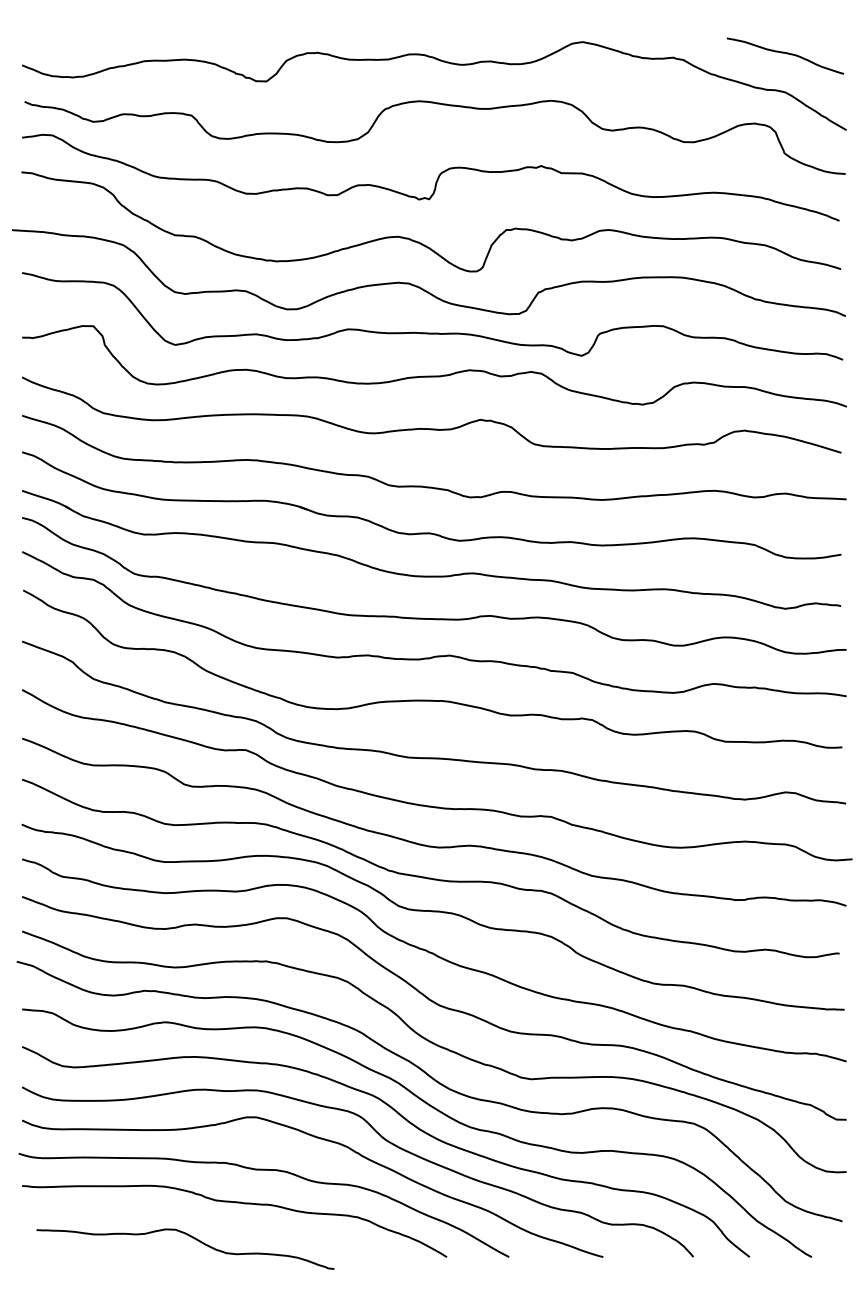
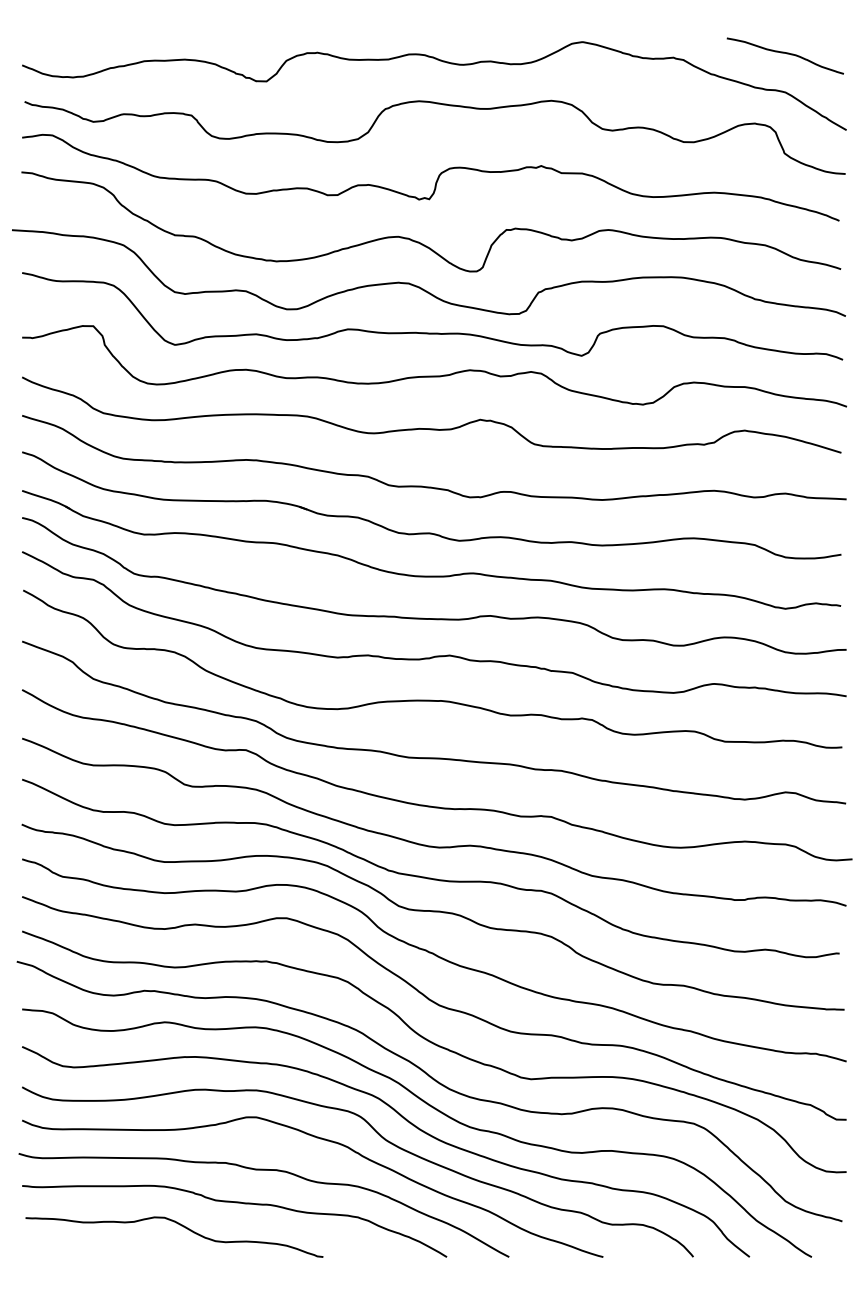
curve at (190, 1237) position: (190, 1237) -> (179, 1225)
